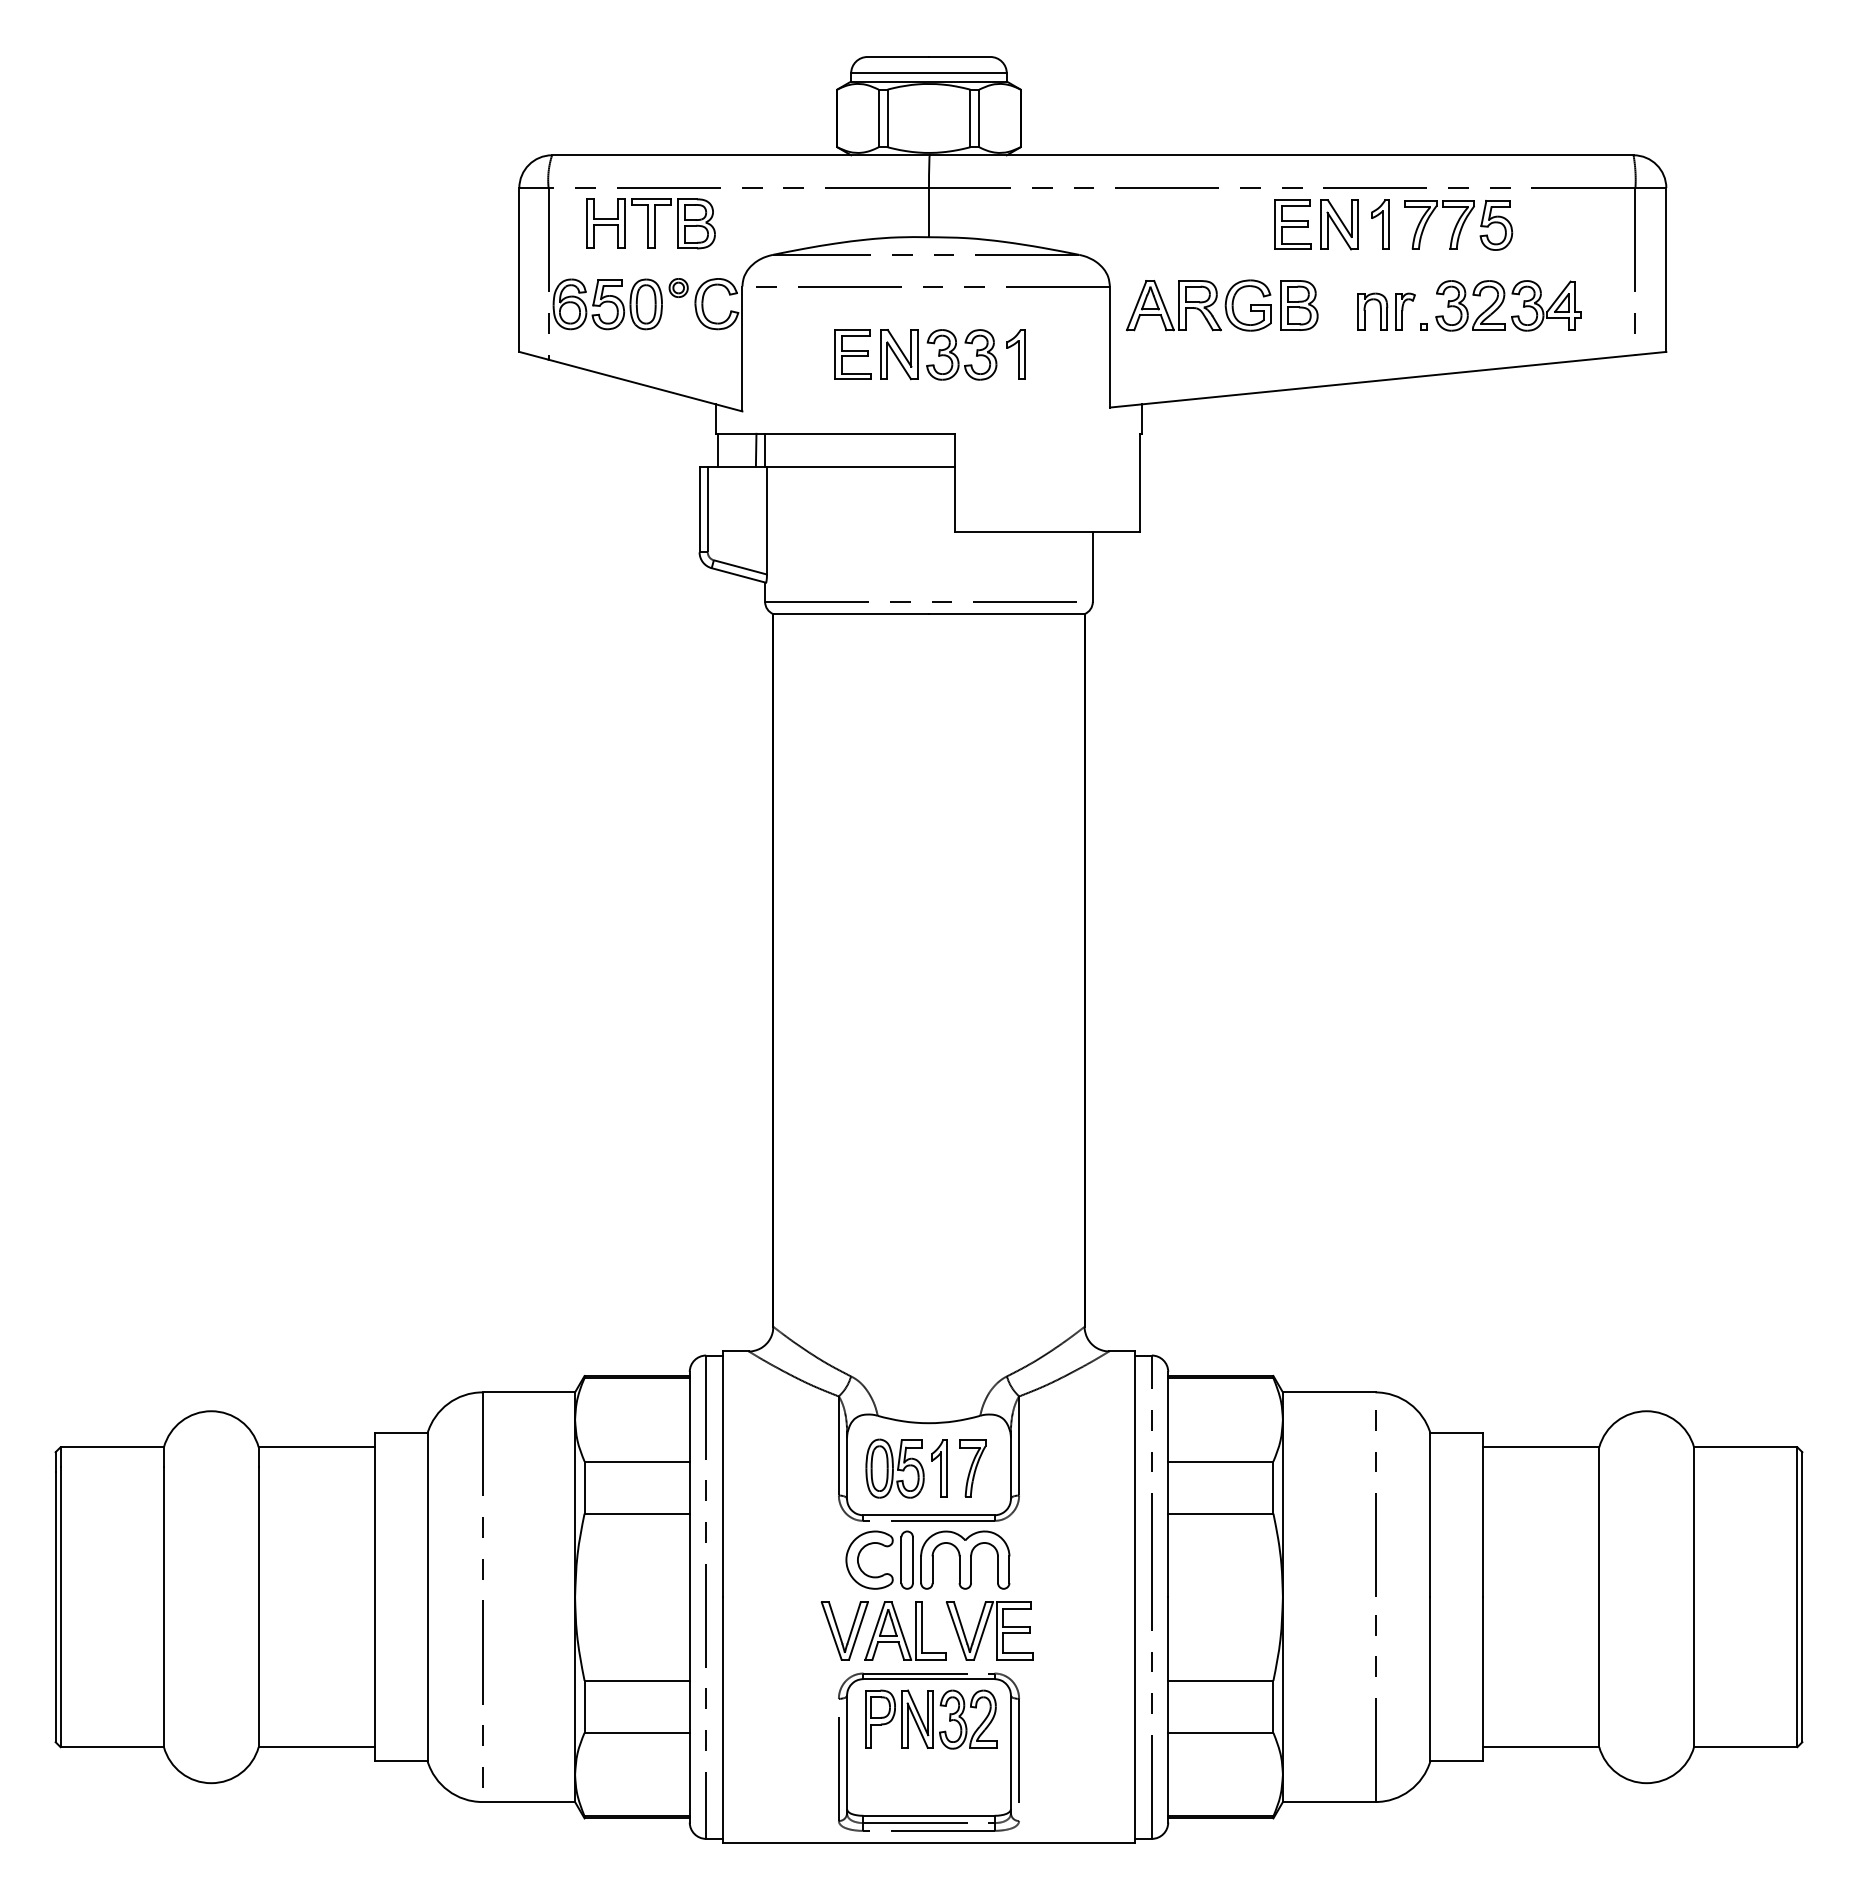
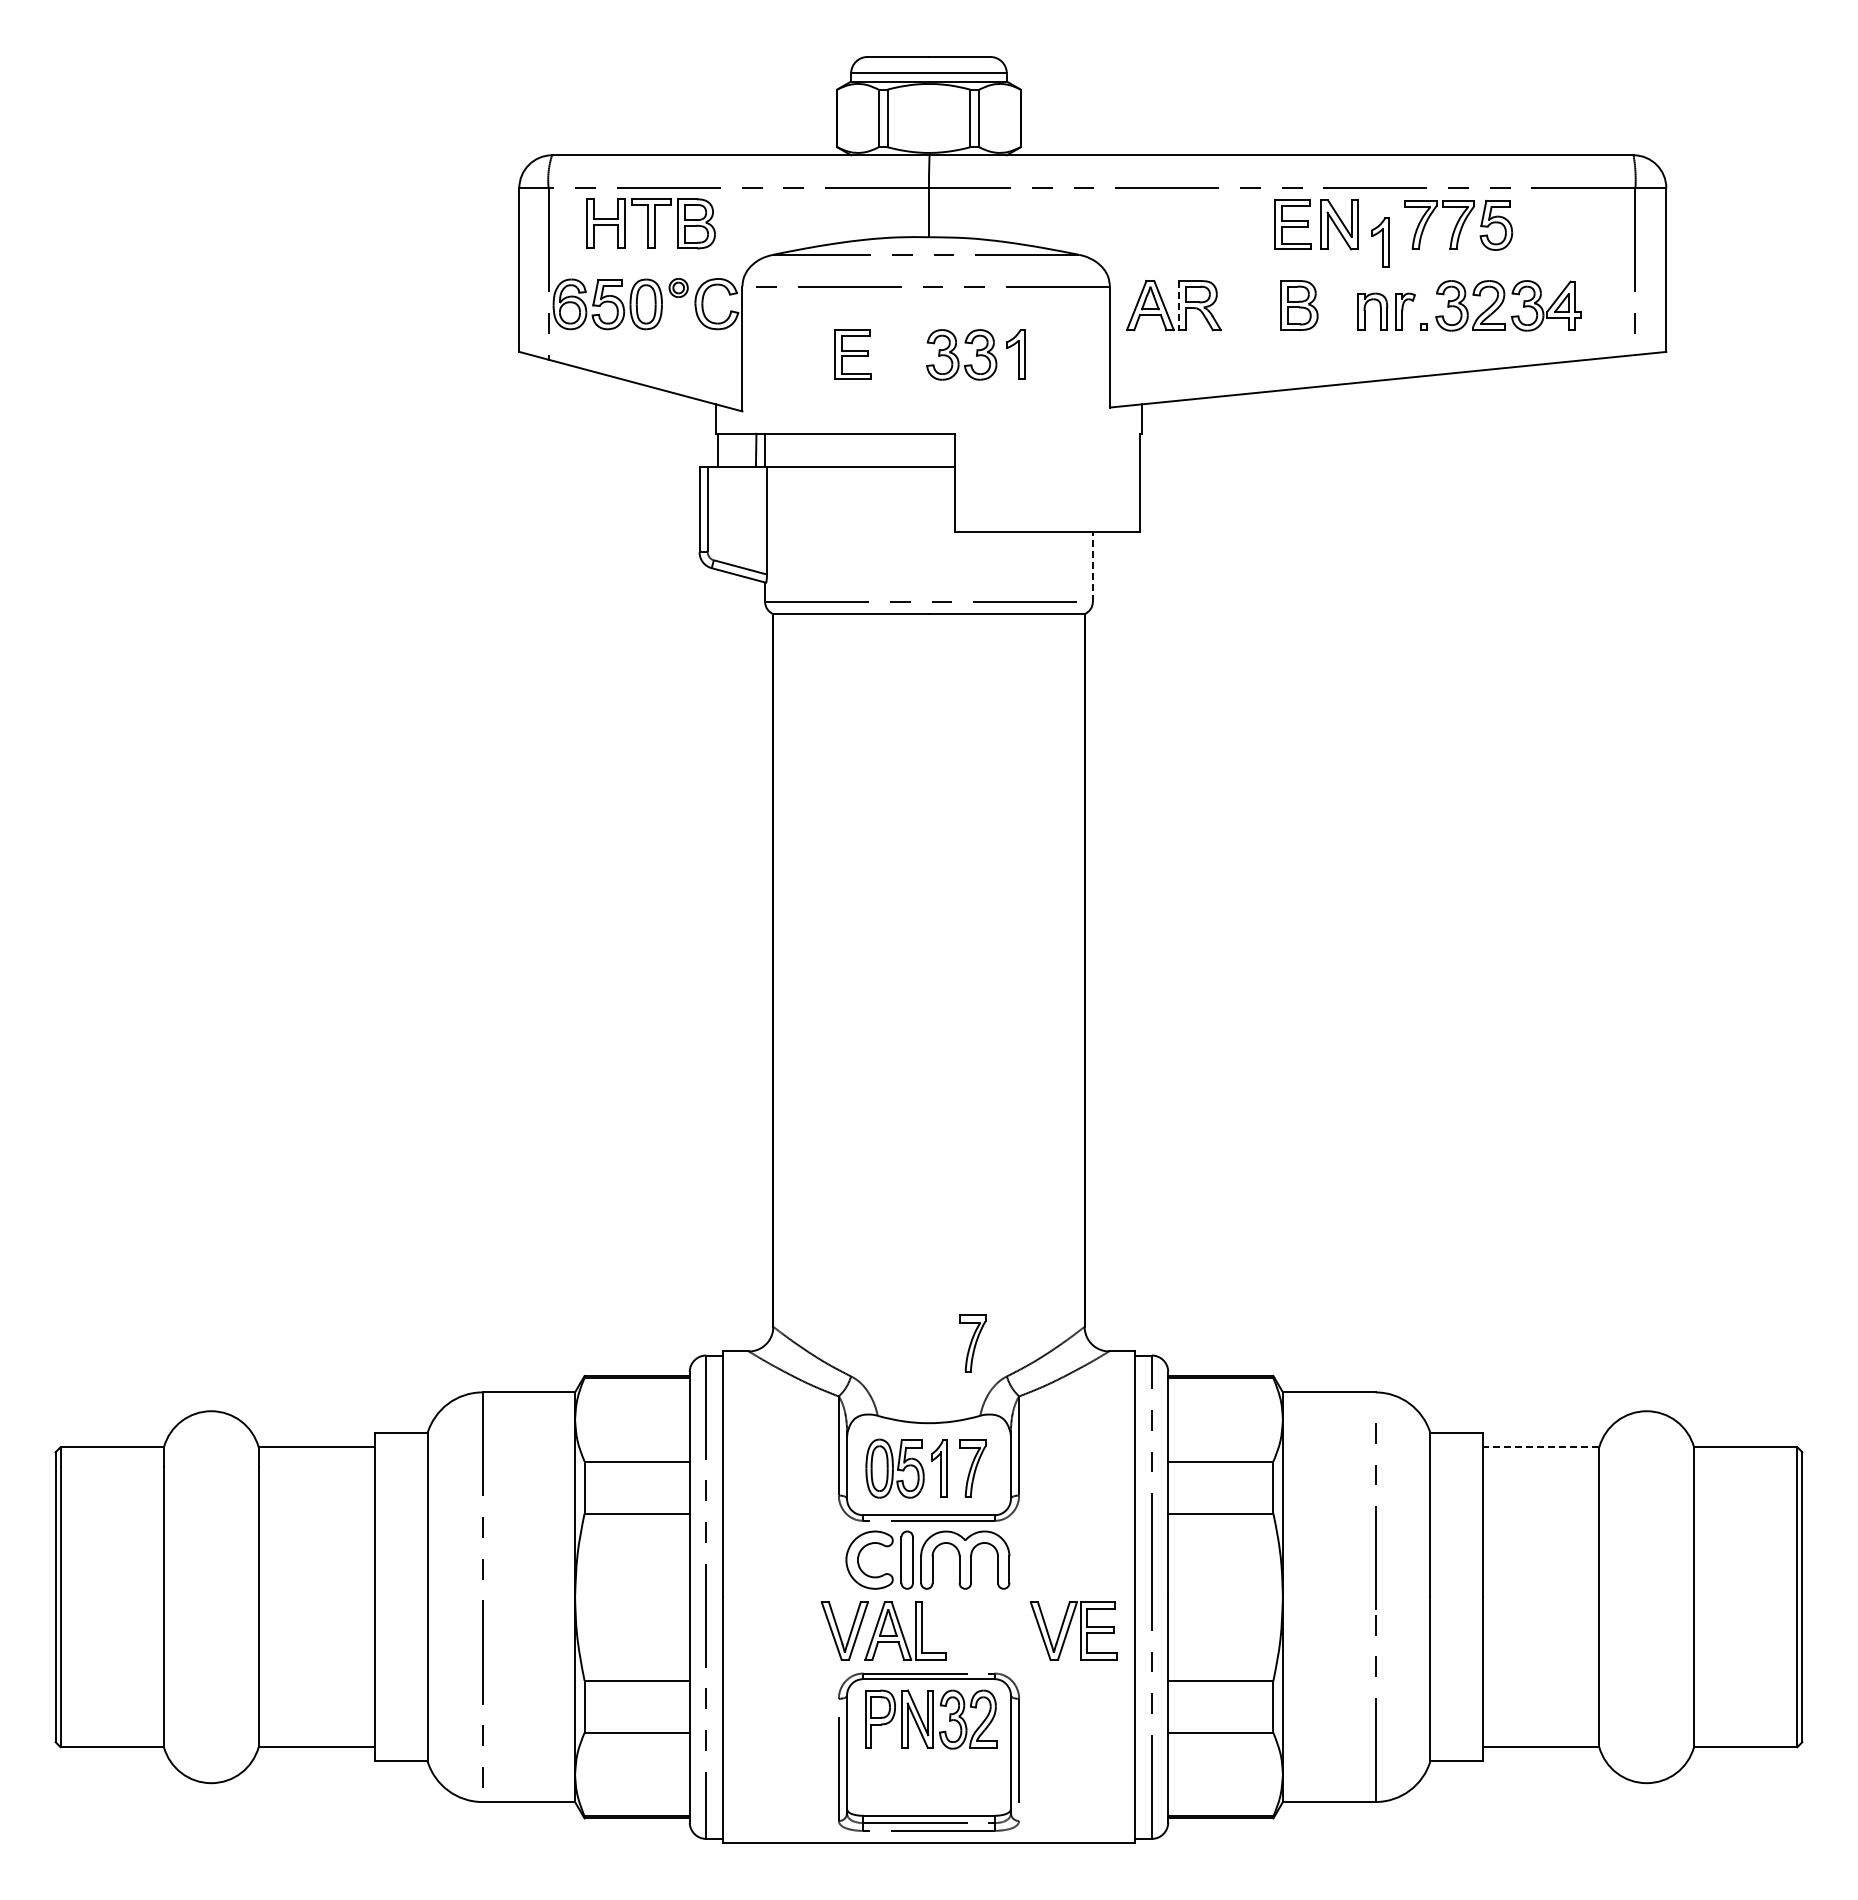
part at (1380, 224) position: (1380, 224) -> (1380, 242)
line at (1179, 305): solid -> dashed
part at (1247, 305): present -> none
part at (899, 354): present -> none
line at (1092, 567): solid -> dashed
part at (972, 1343): none -> present
line at (1540, 1447): solid -> dashed
line at (1375, 1503) position: (1375, 1503) -> (1375, 1516)
part at (989, 1630) position: (989, 1630) -> (1073, 1630)
